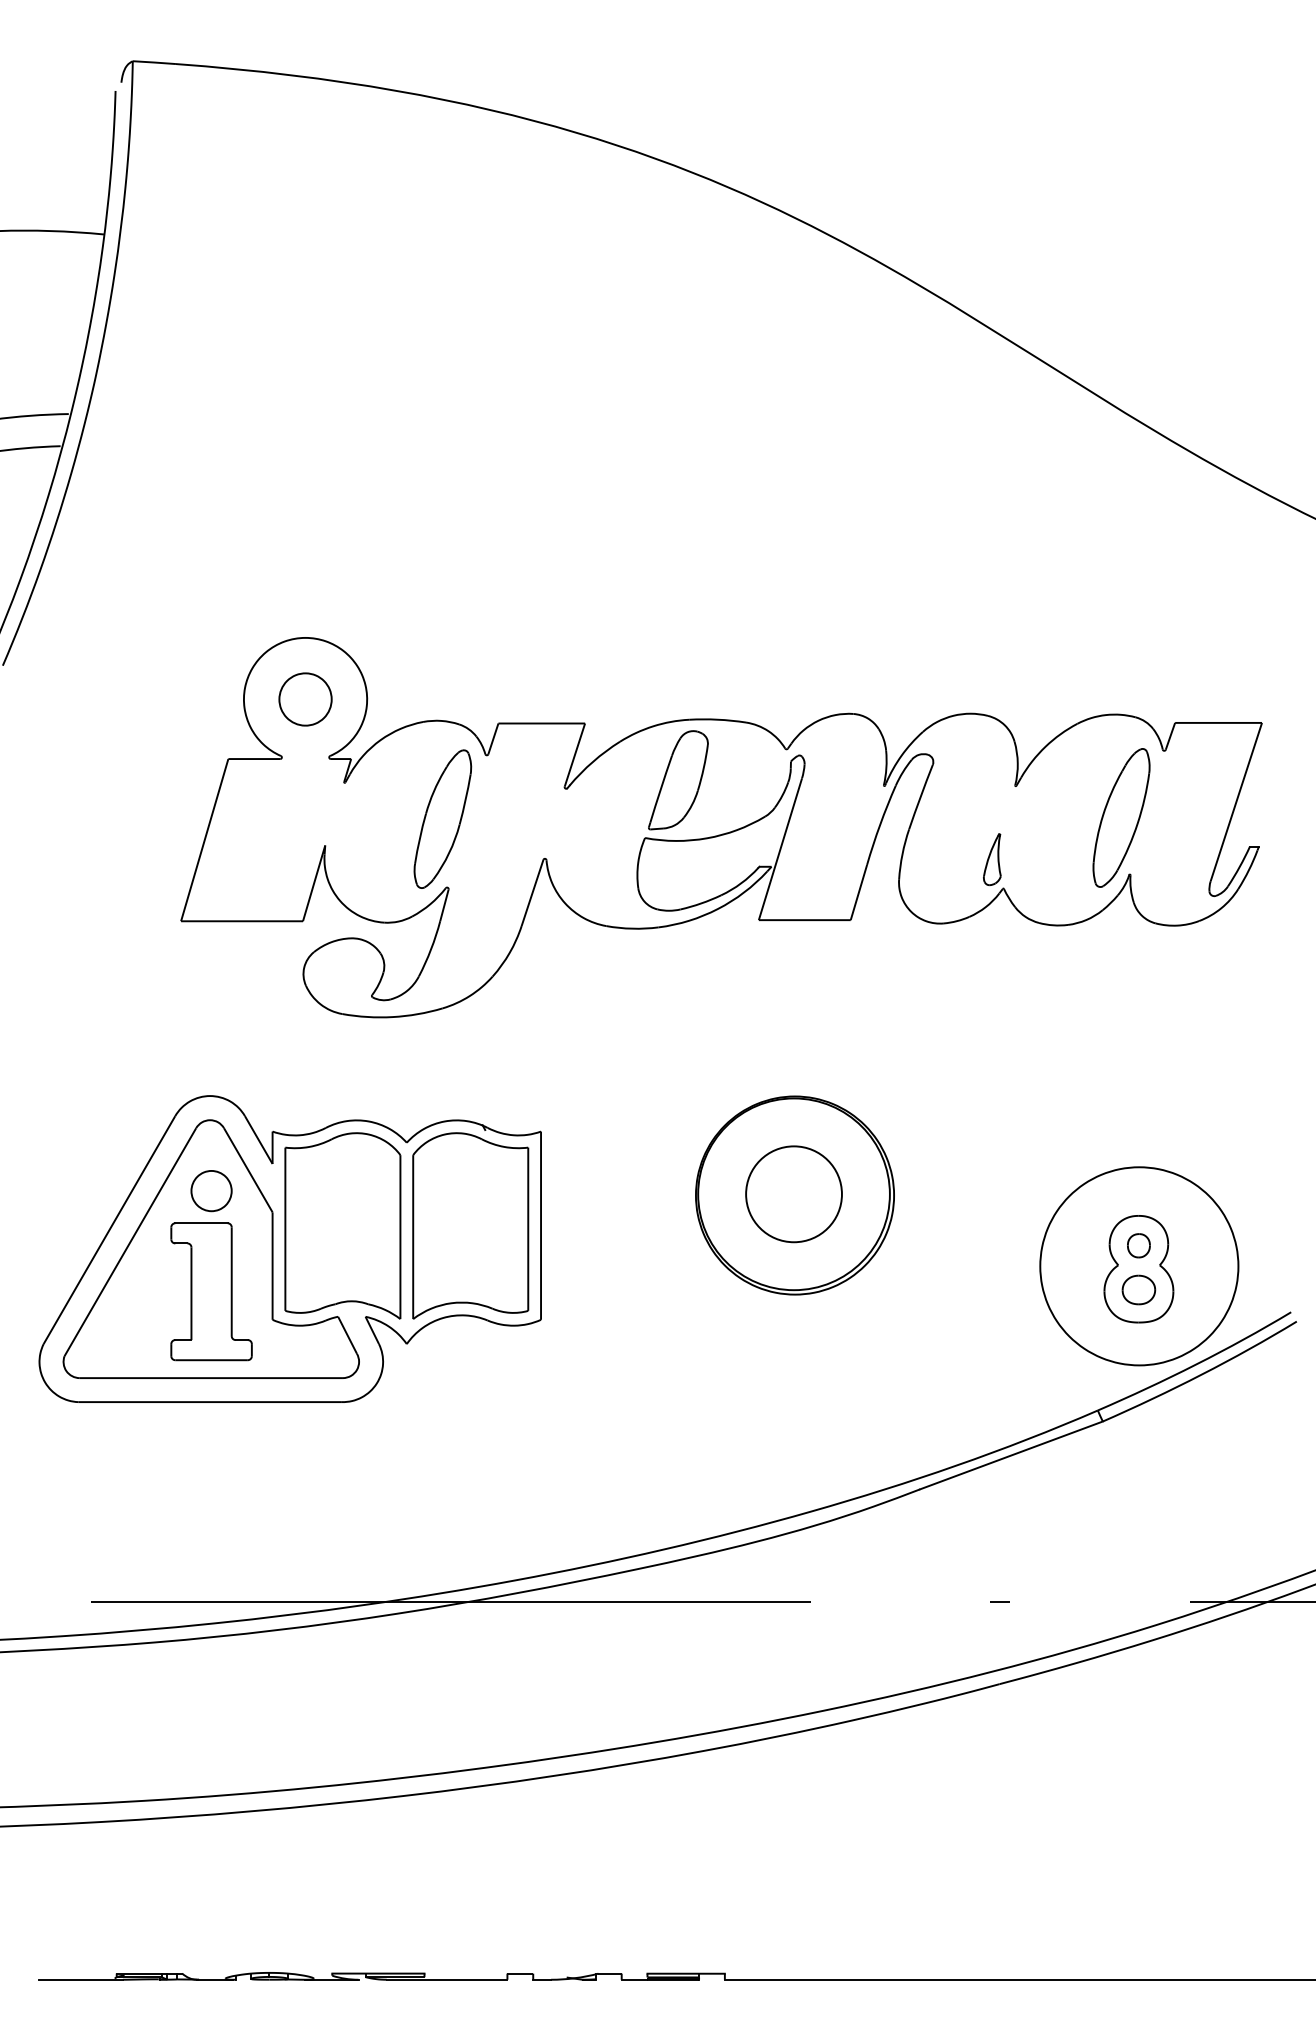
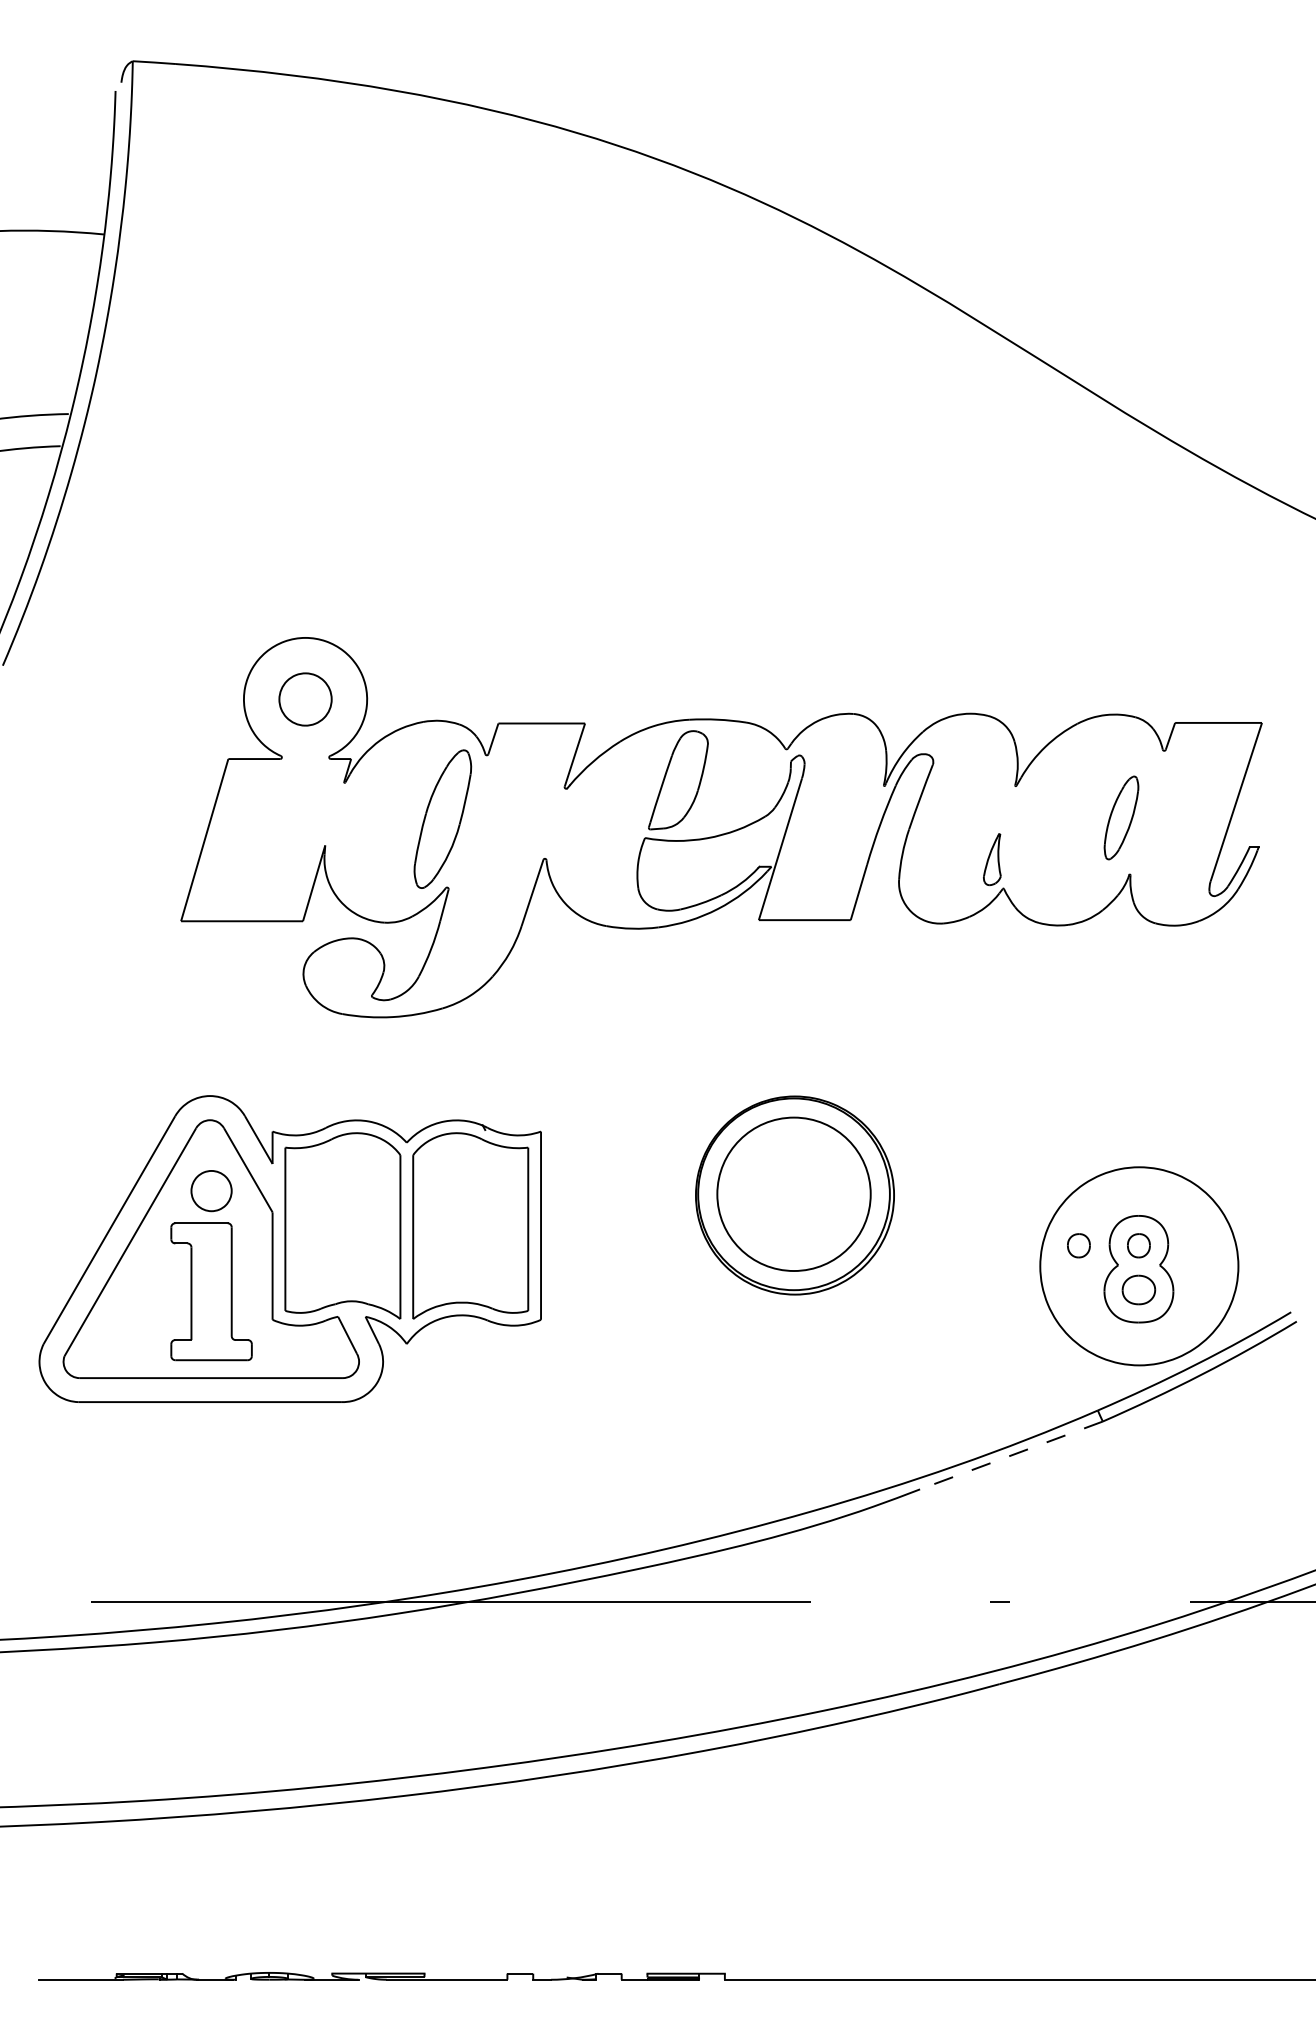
part at (1121, 817) size: 59x140 px -> 37x86 px
circle at (793, 1194) diameter: 96 px -> 153 px
part at (1078, 1245): none -> present
line at (1010, 1455): solid -> dashed
